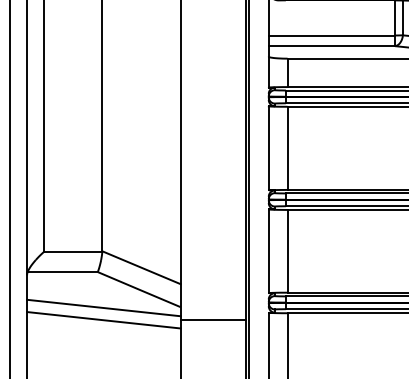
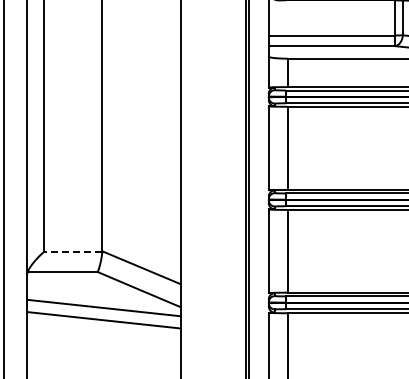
line at (10, 188) position: (10, 188) -> (4, 188)
line at (72, 251): solid -> dashed
line at (213, 320): present -> none
